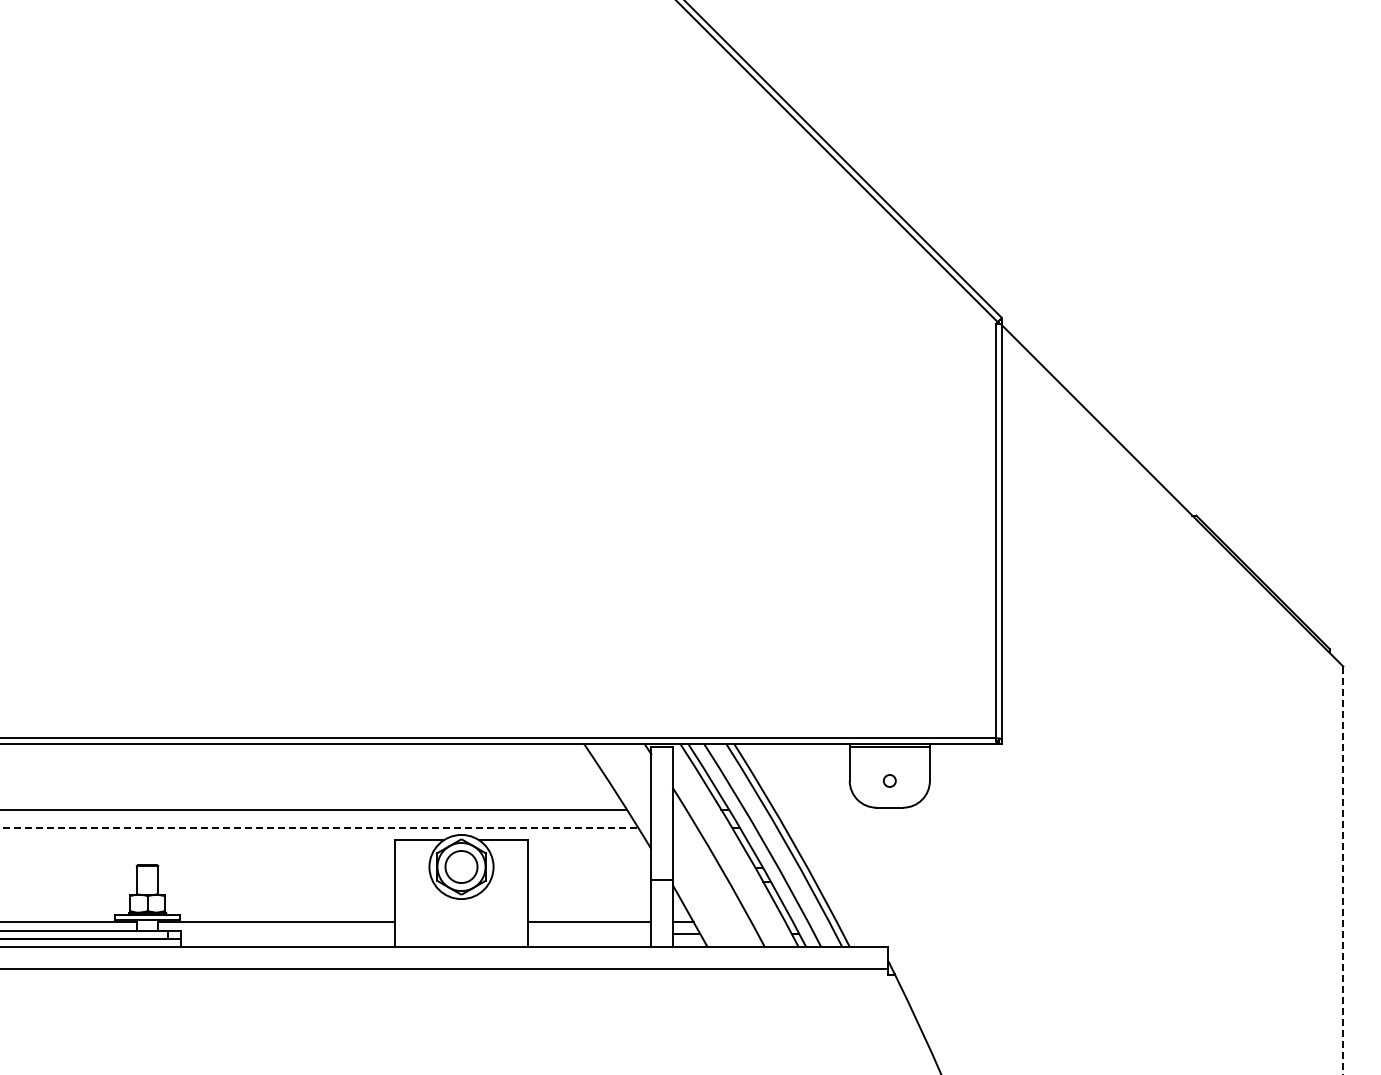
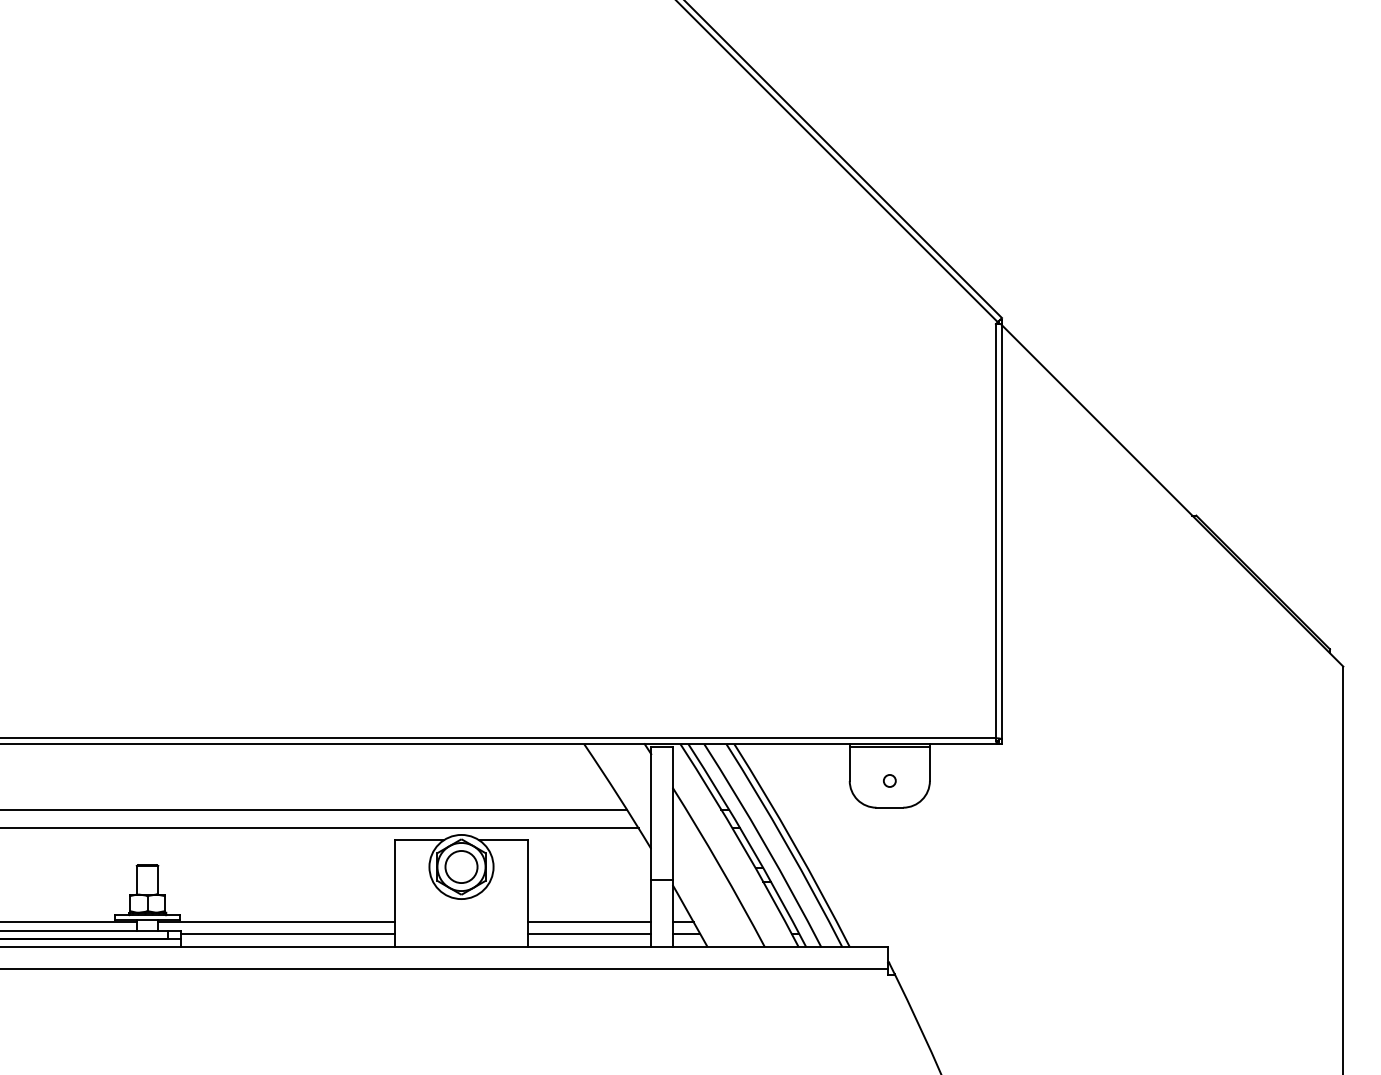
line at (319, 828): dashed -> solid
line at (1343, 870): dashed -> solid
line at (287, 933): none -> present
line at (589, 933): none -> present
